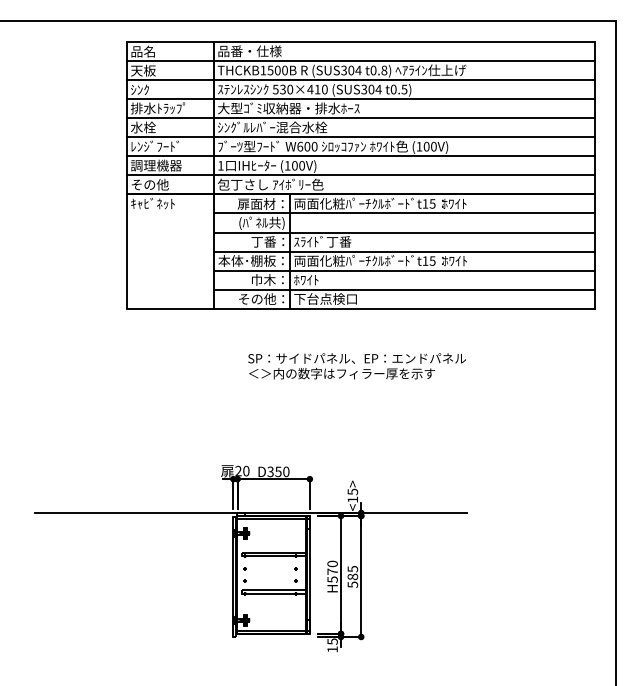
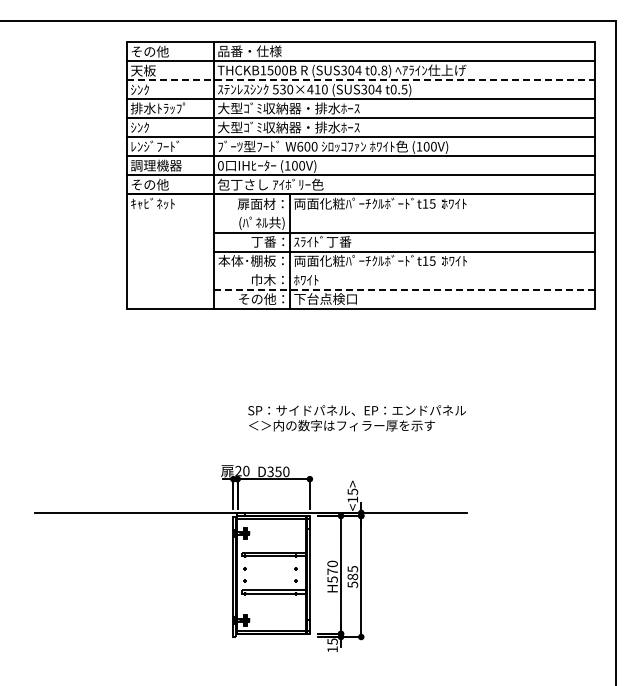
text at (149, 51): 品名 -> その他
line at (361, 80): solid -> dashed
text at (143, 127): 水栓 -> ｼﾝｸ
text at (288, 127): ｼﾝｸﾞﾙﾚﾊﾞｰ混合水栓 -> 大型ｺﾞﾐ収納器・排水ﾎｰｽ
text at (220, 165): 1 -> 0
line at (403, 213): present -> none
line at (403, 270): present -> none
line at (404, 289): solid -> dashed
text at (356, 366) position: (356, 366) -> (356, 418)
